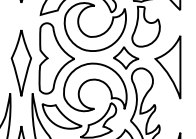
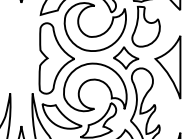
part at (21, 62): present -> none
